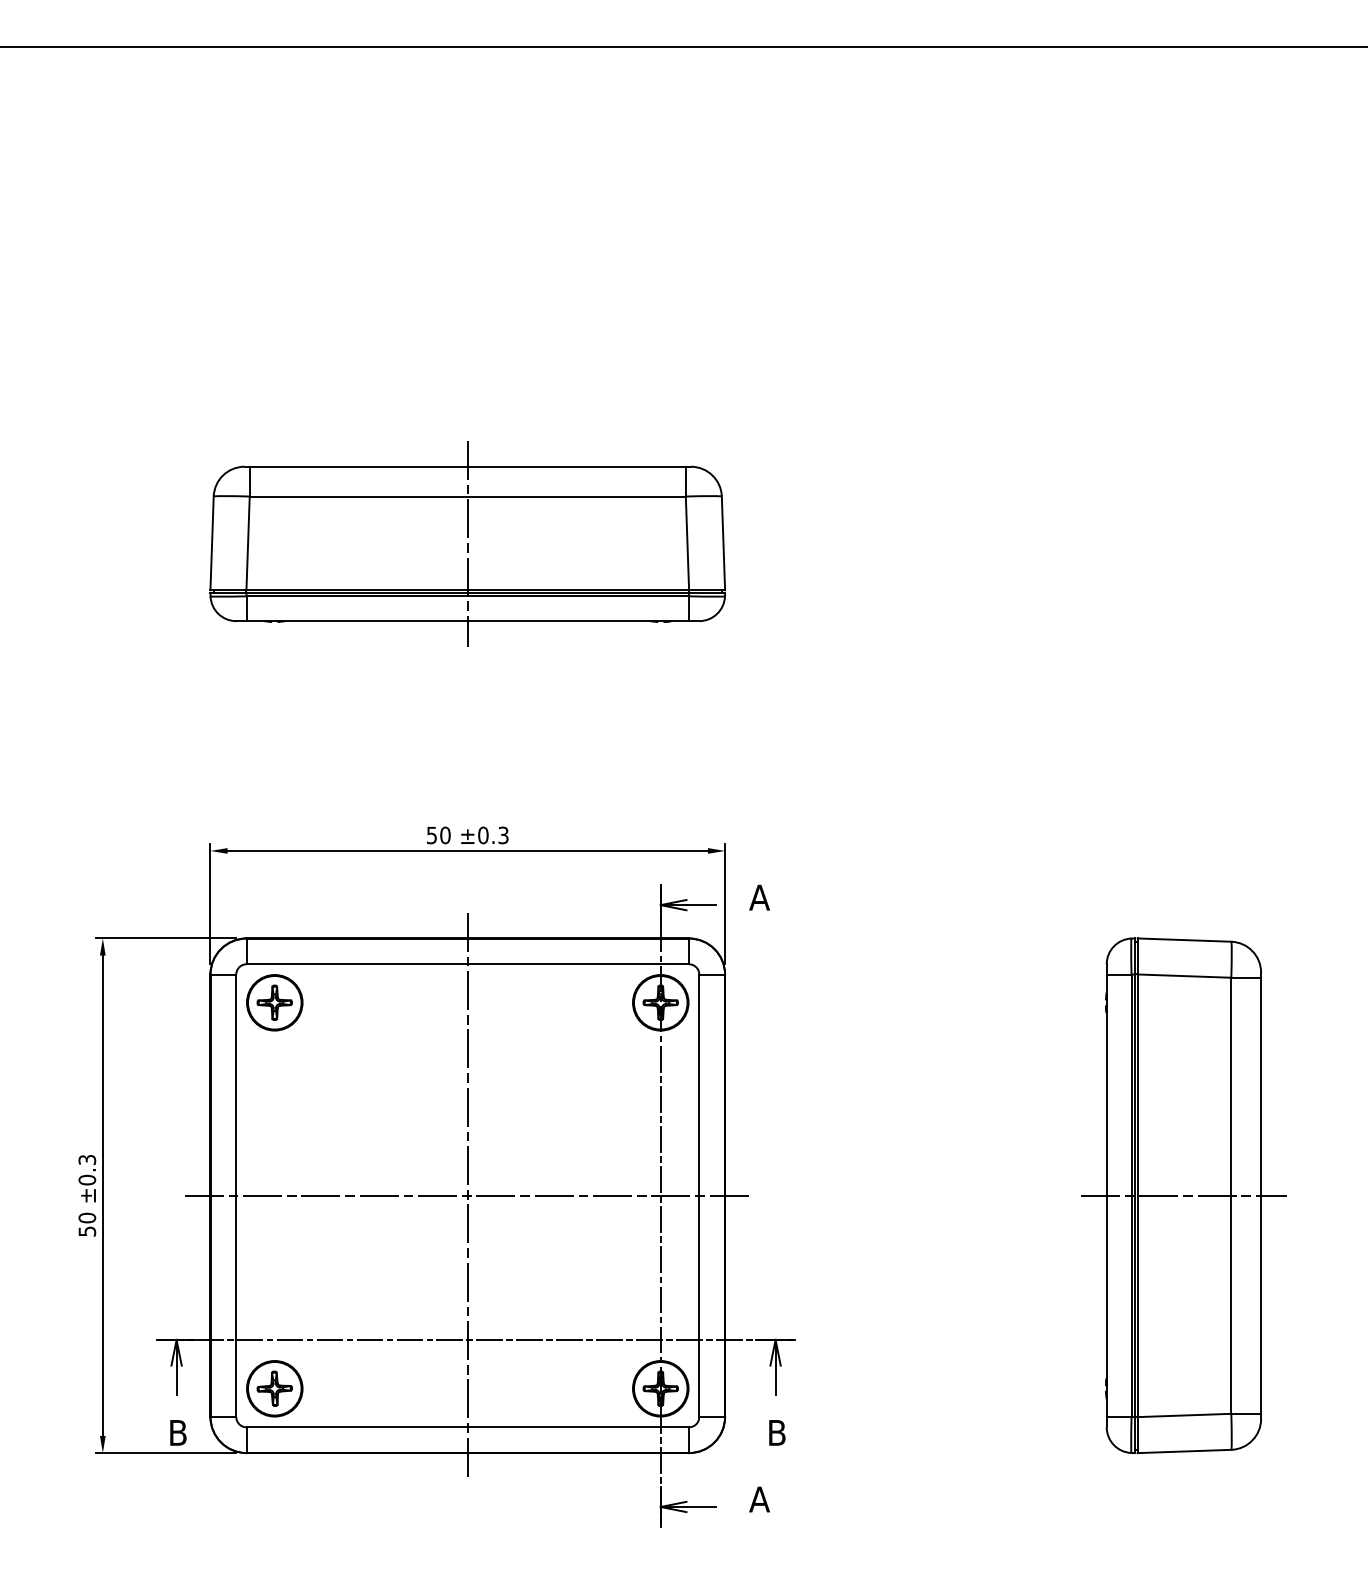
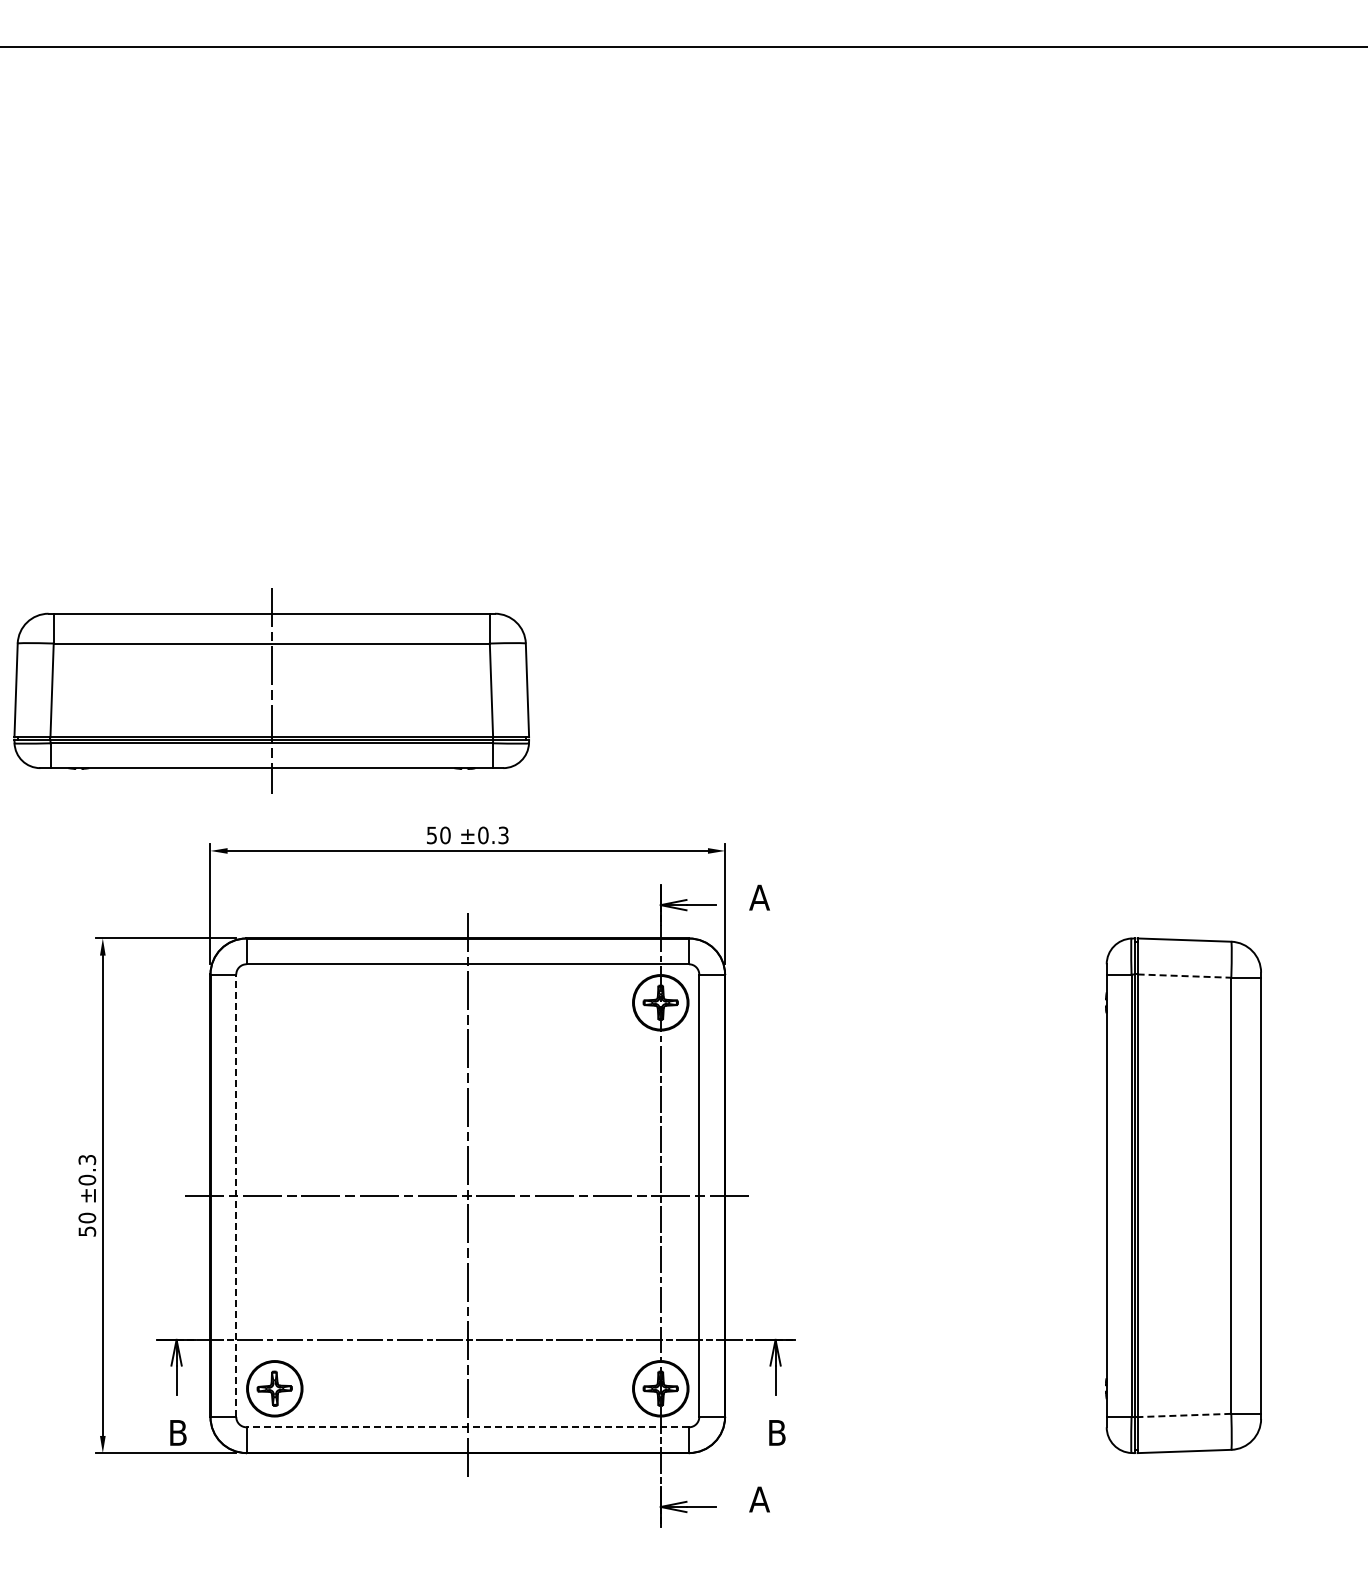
part at (467, 543) position: (467, 543) -> (271, 690)
line at (1184, 976): solid -> dashed
part at (274, 1002): present -> none
line at (236, 1195): solid -> dashed
line at (1183, 1195): present -> none
line at (1184, 1415): solid -> dashed
line at (467, 1427): solid -> dashed
